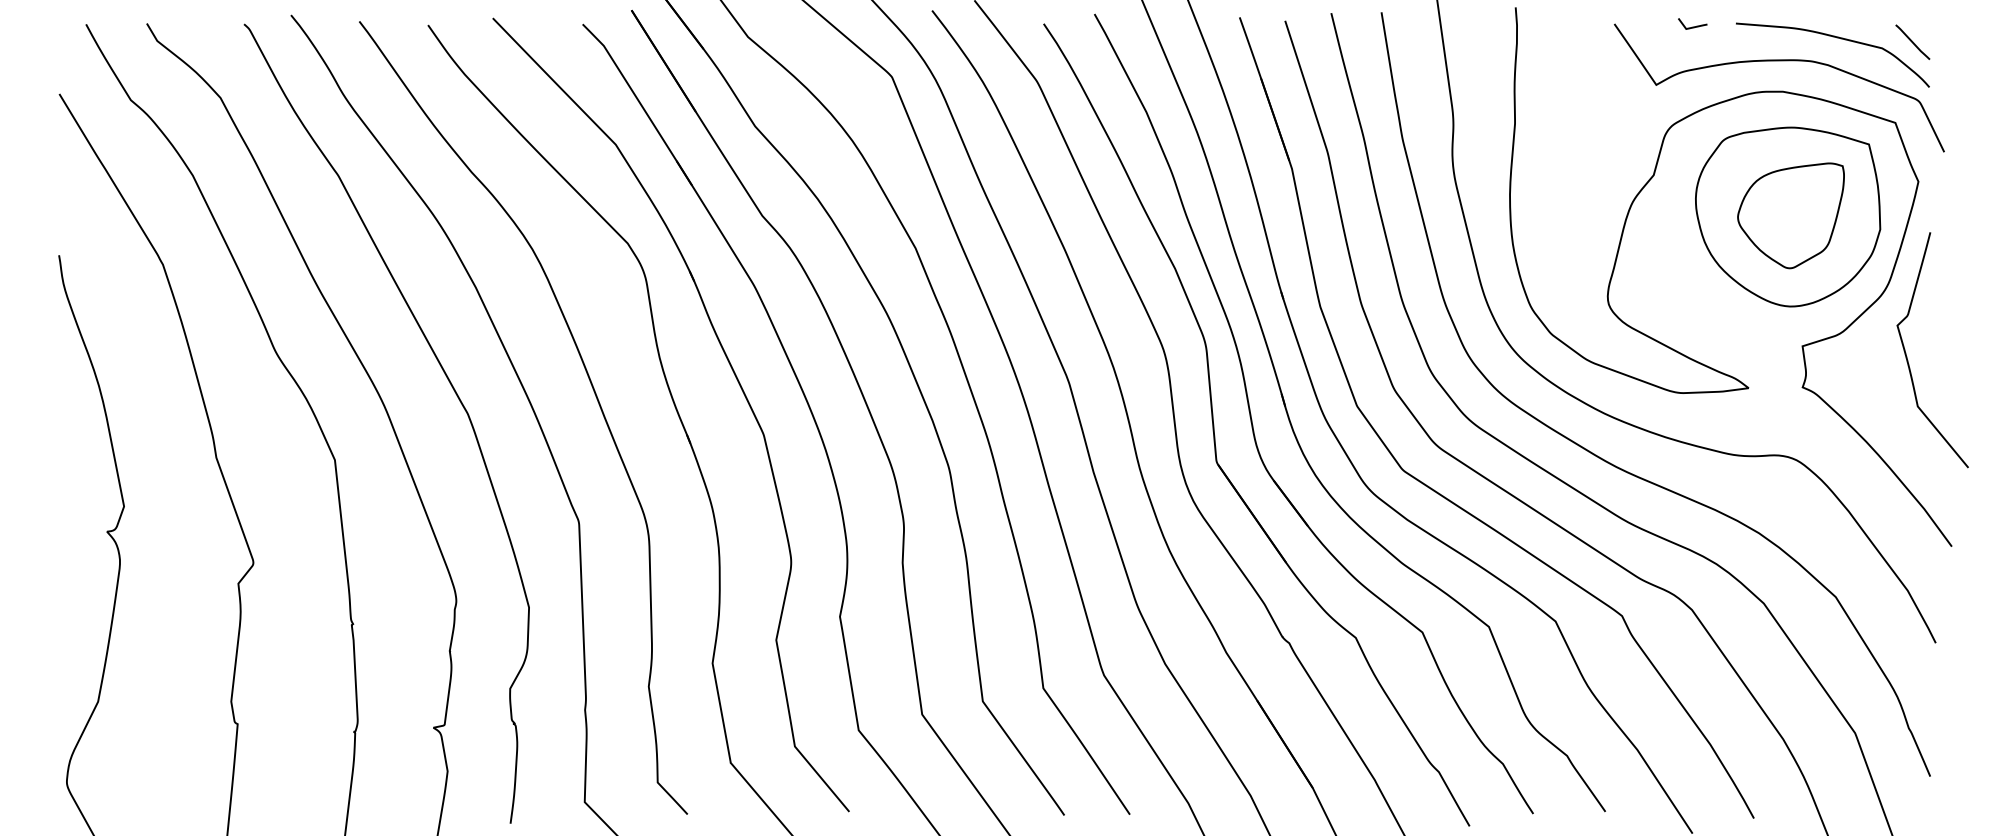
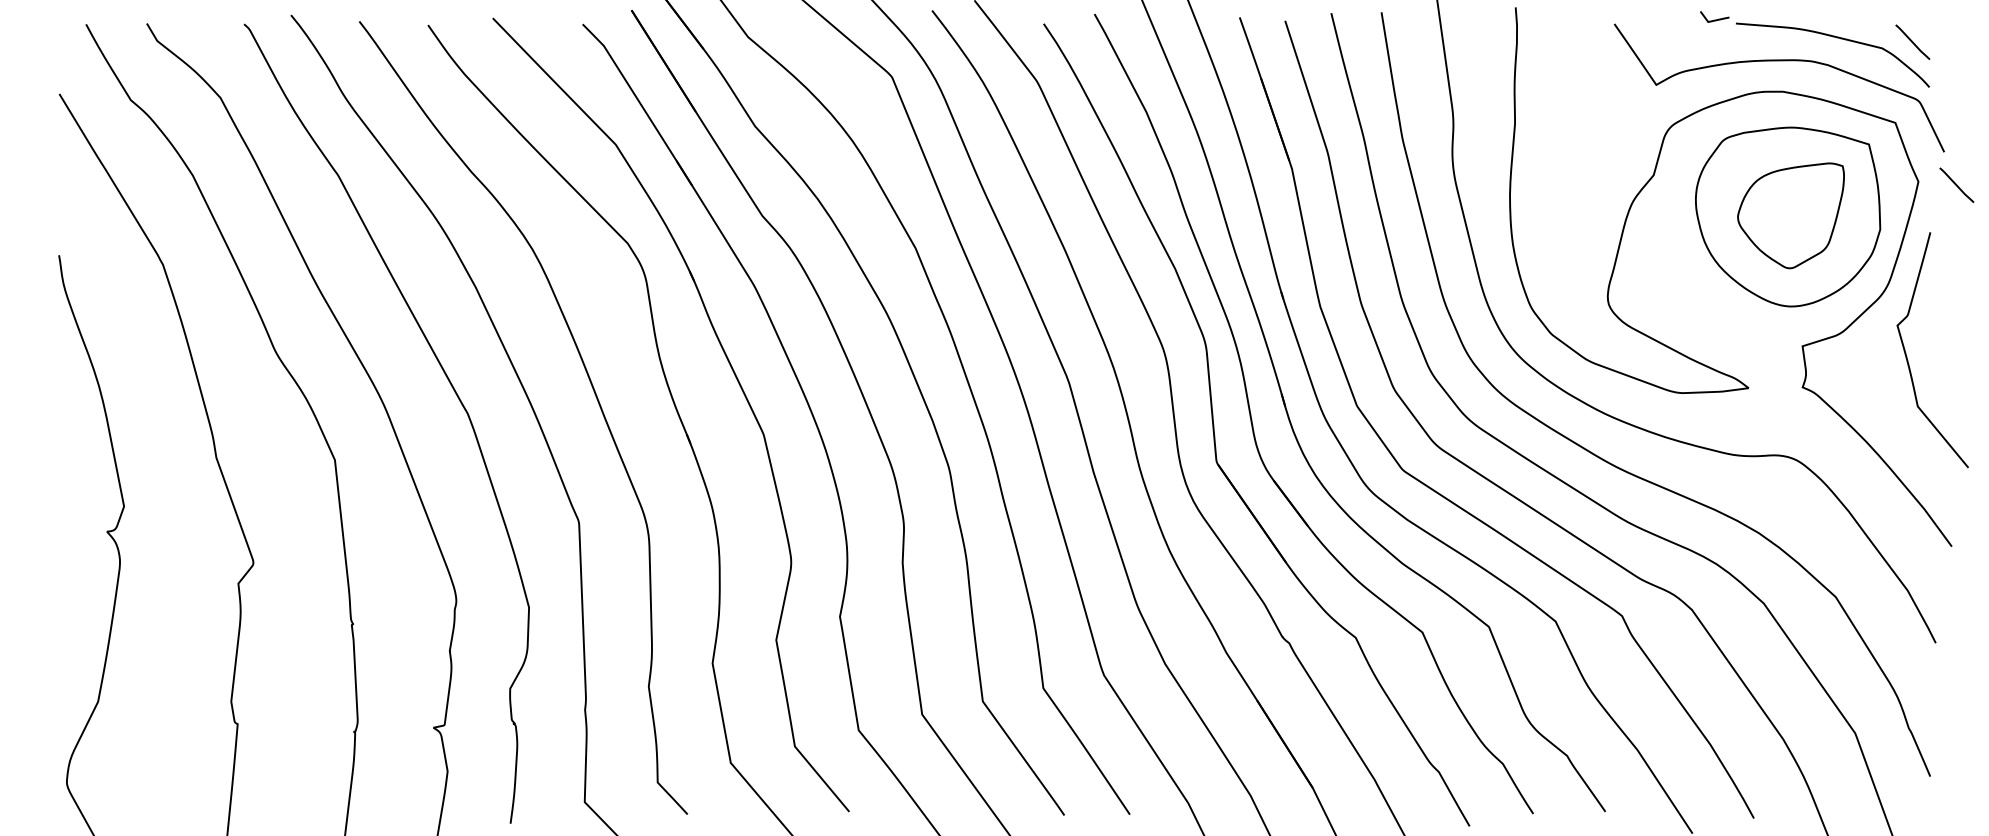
line at (1692, 26) position: (1692, 26) -> (1714, 19)
line at (1956, 184): none -> present
